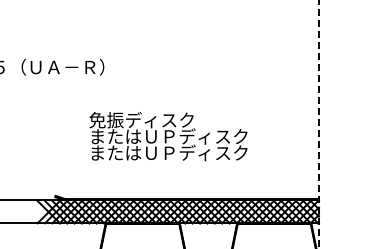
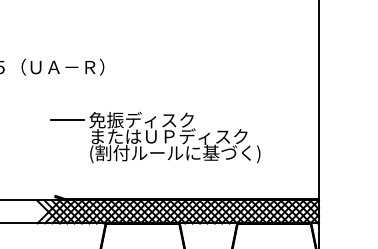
line at (67, 120): none -> present
line at (318, 124): dashed -> solid
text at (175, 153): またはＵＰディスク -> (割付ルールに基づく)
